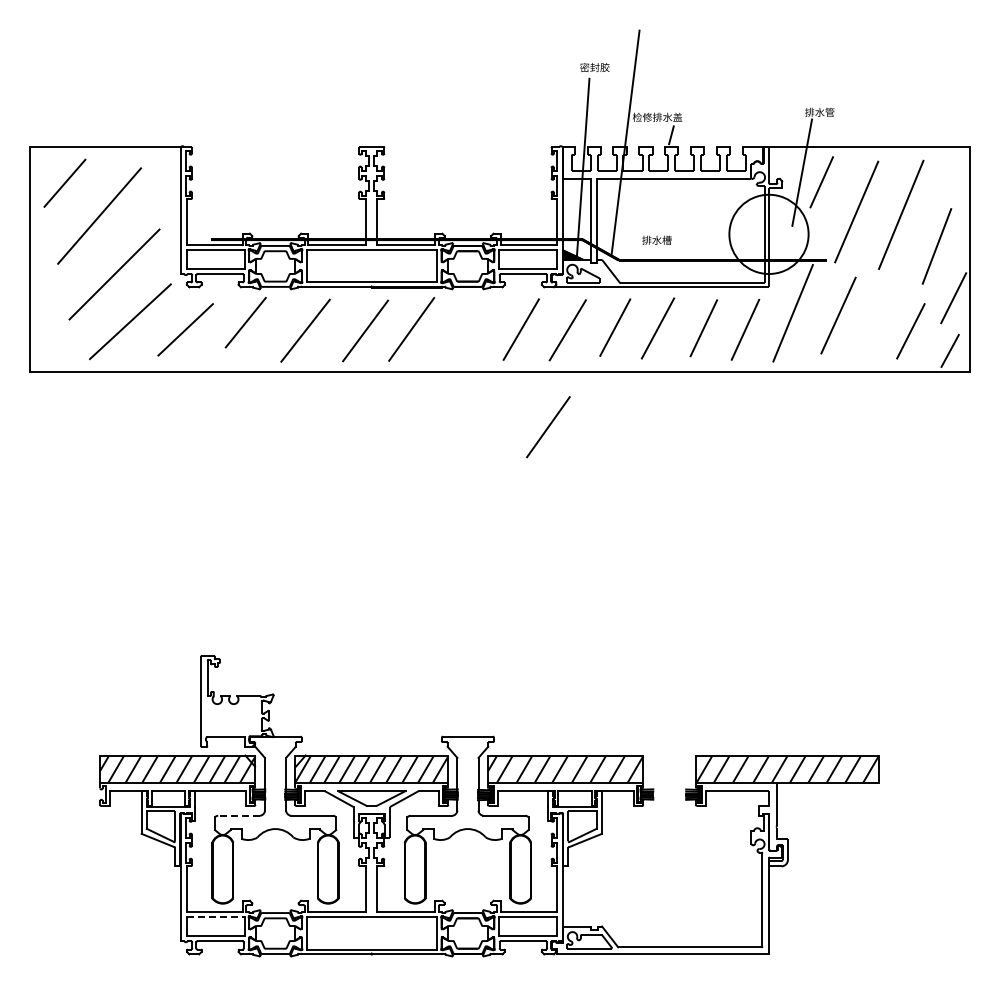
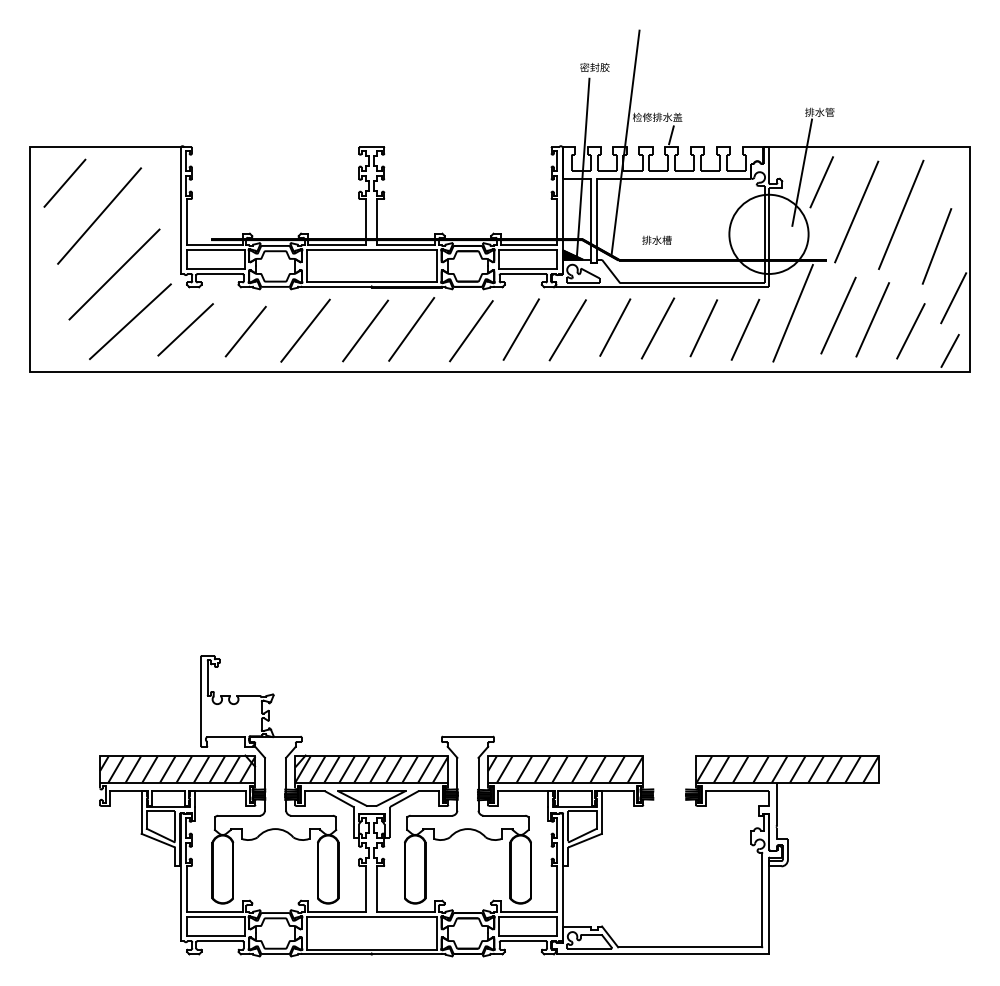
line at (872, 319): none -> present
line at (245, 322) position: (245, 322) -> (245, 331)
line at (548, 427) position: (548, 427) -> (471, 331)
line at (239, 815): dashed -> solid
line at (215, 916): dashed -> solid
